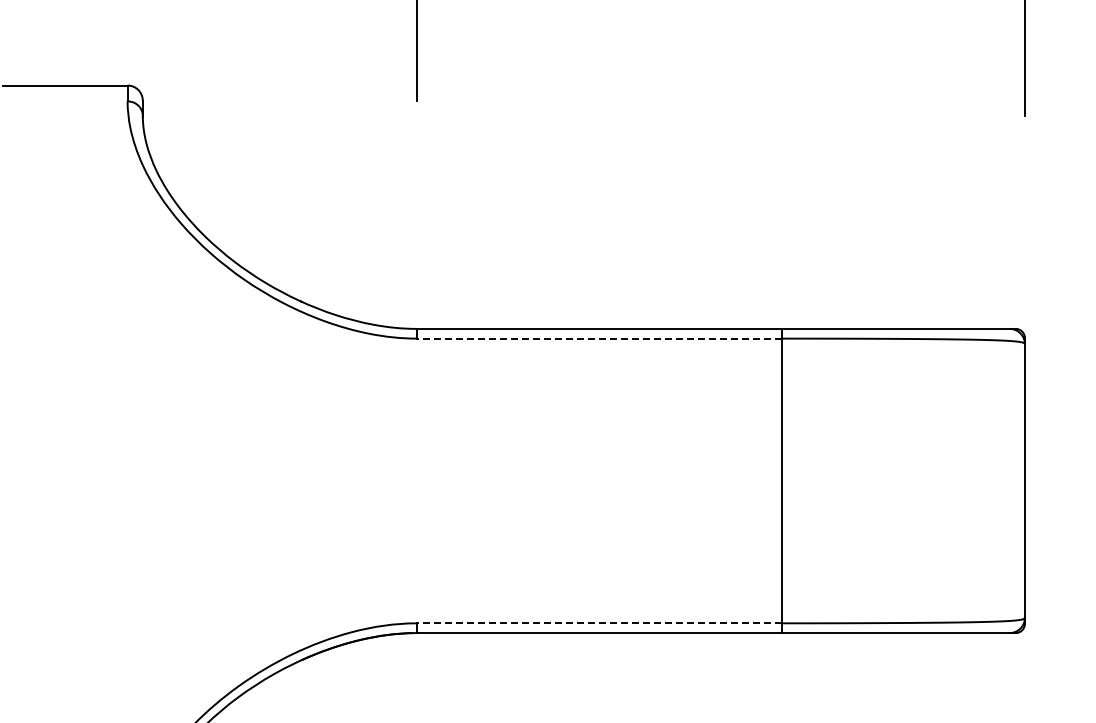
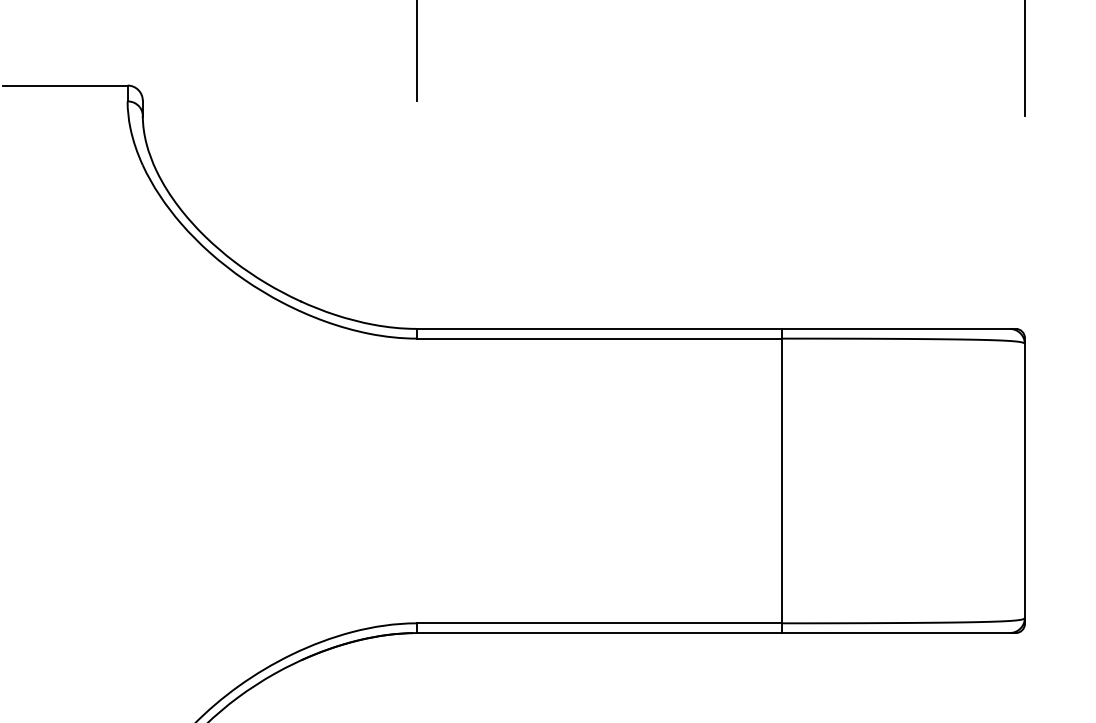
line at (598, 338): dashed -> solid
line at (598, 623): dashed -> solid
